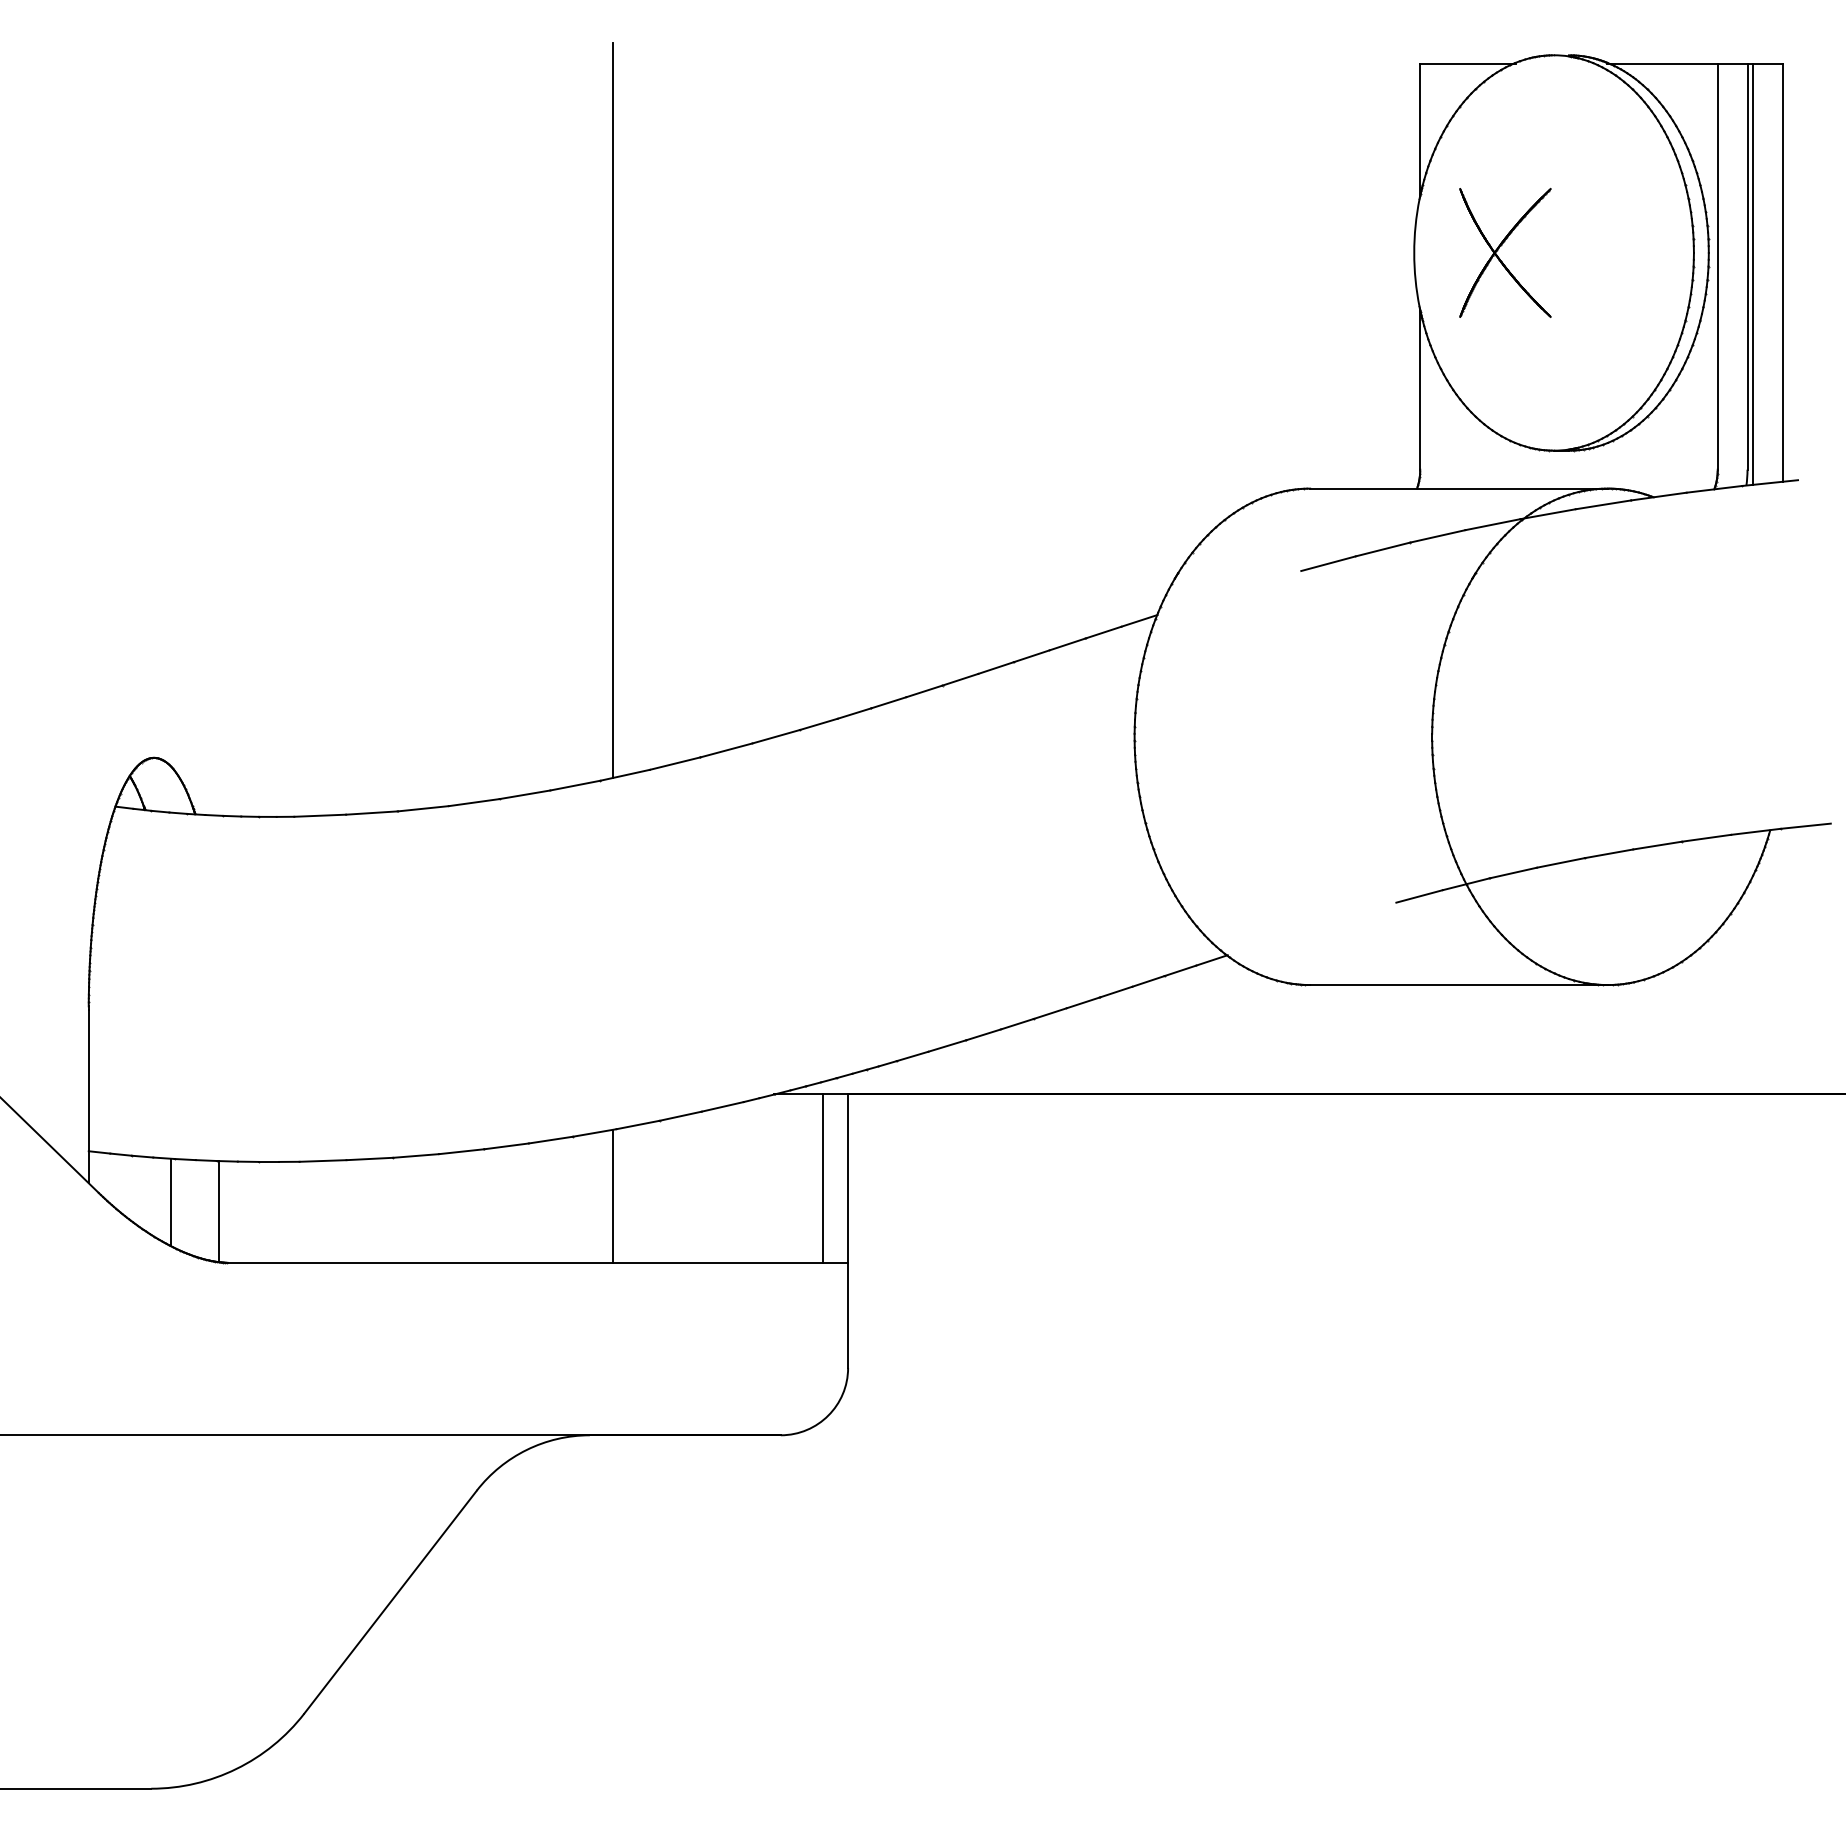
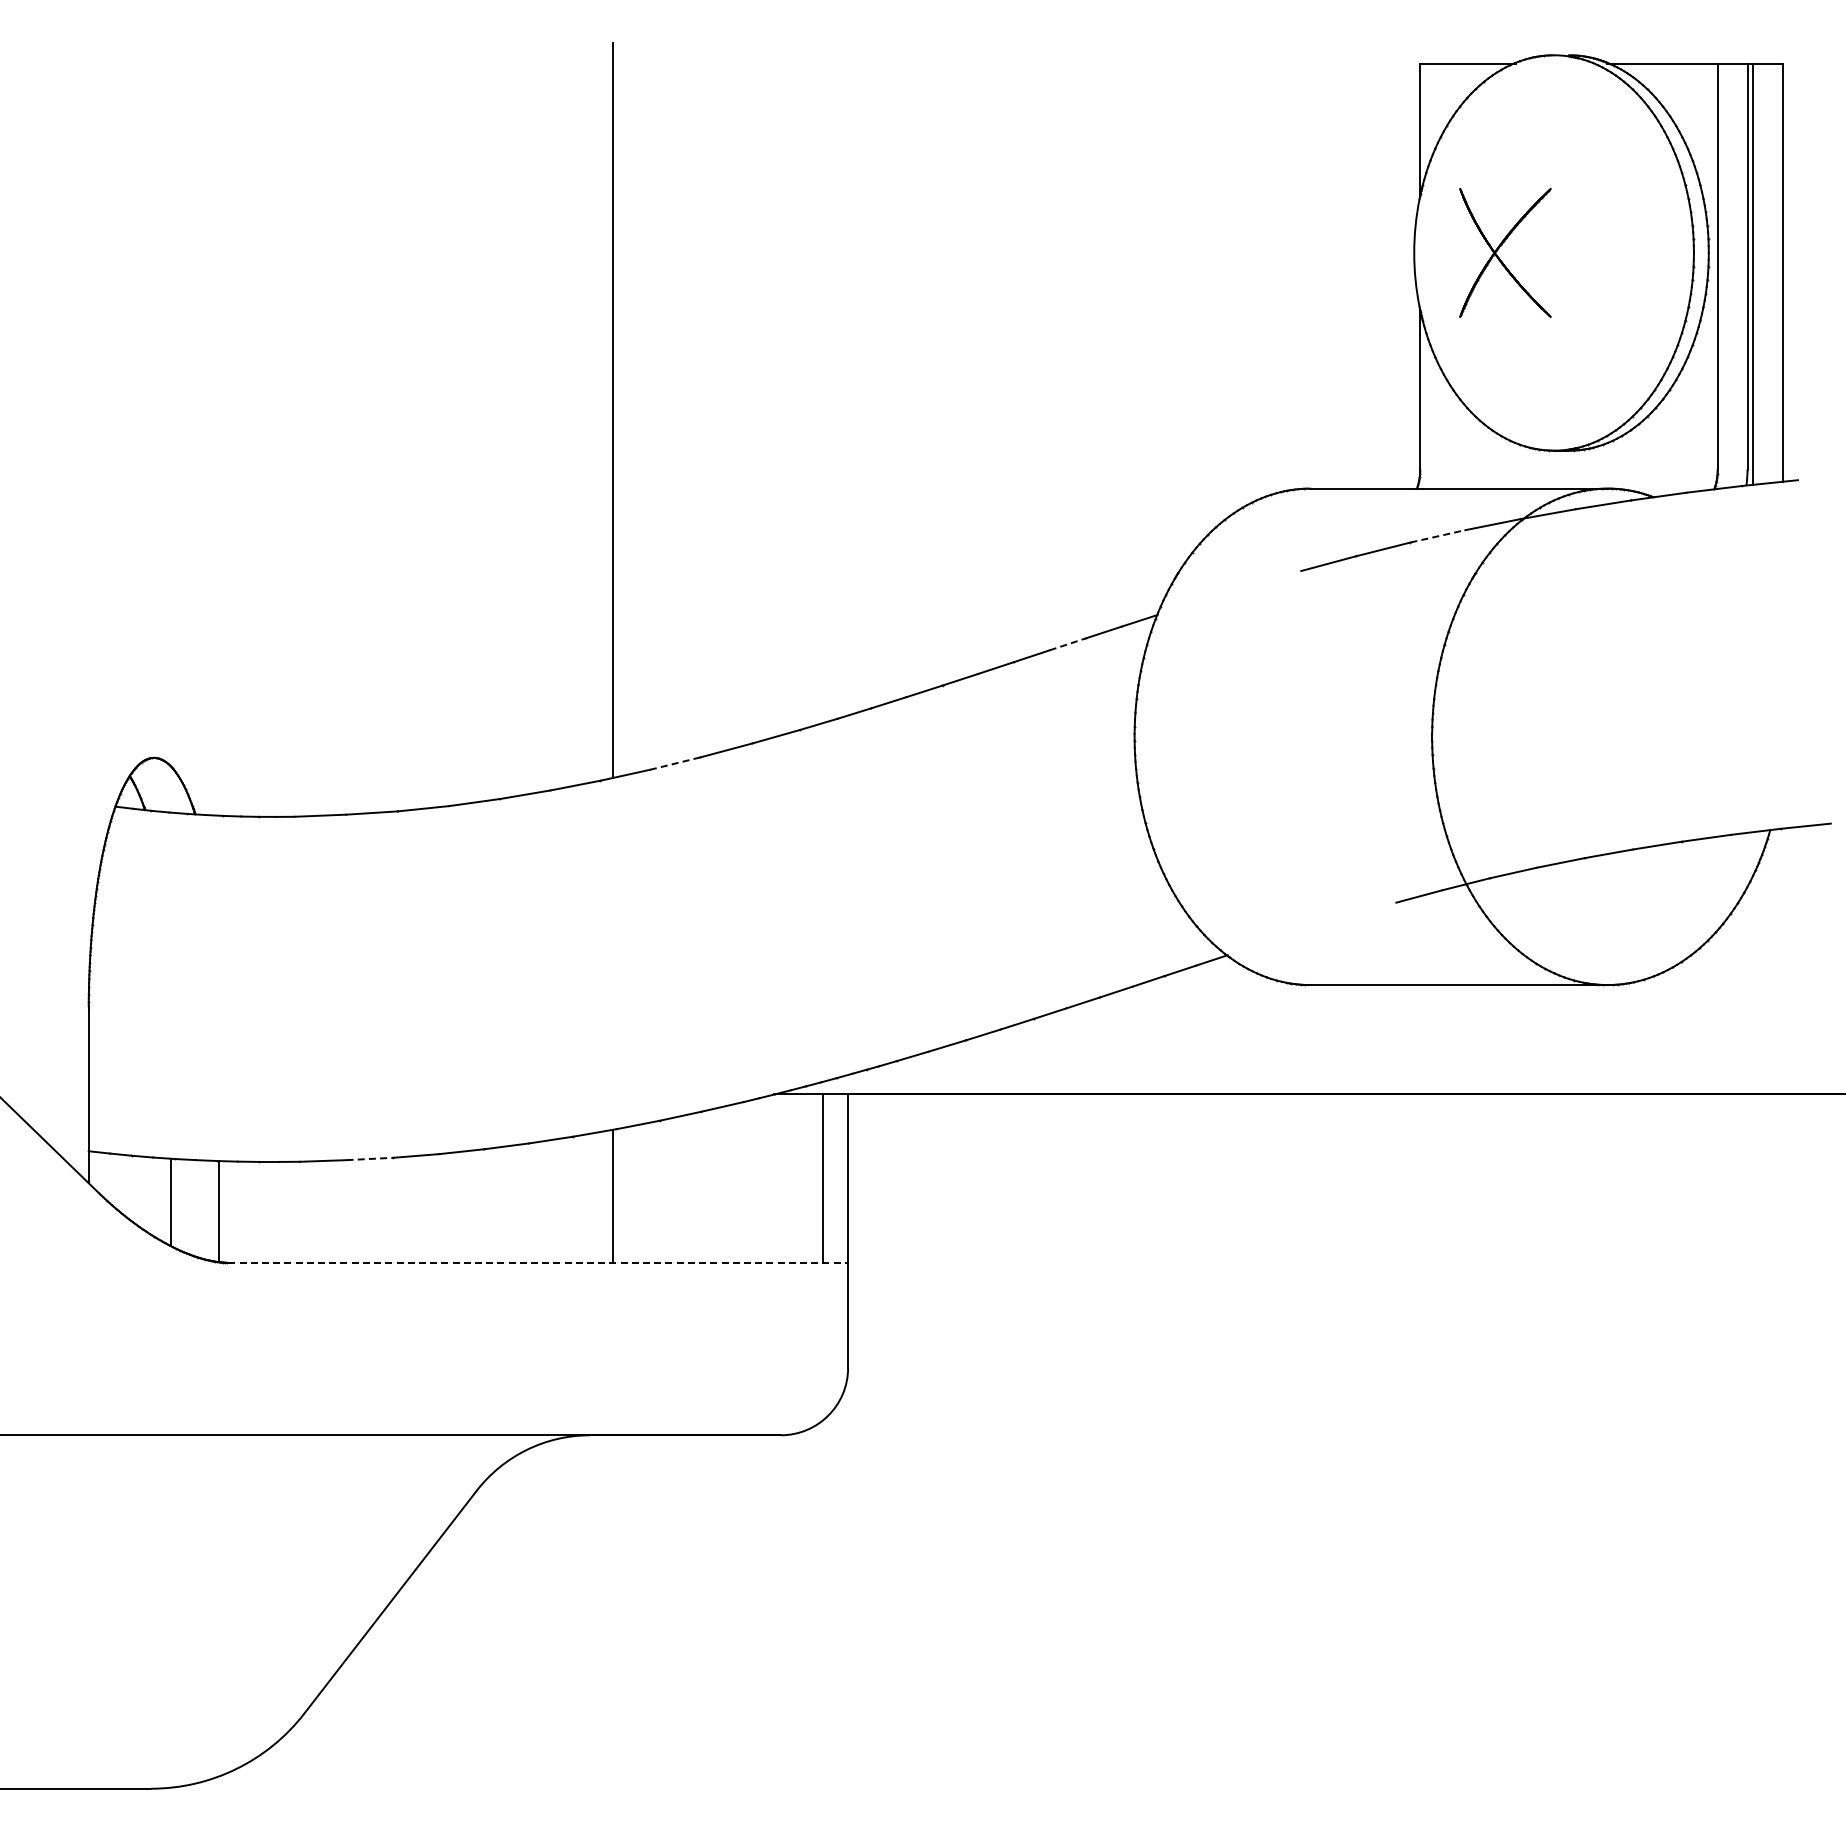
line at (1438, 536): solid -> dashed
line at (1067, 644): solid -> dashed
line at (675, 763): solid -> dashed
line at (370, 1158): solid -> dashed
line at (538, 1262): solid -> dashed
